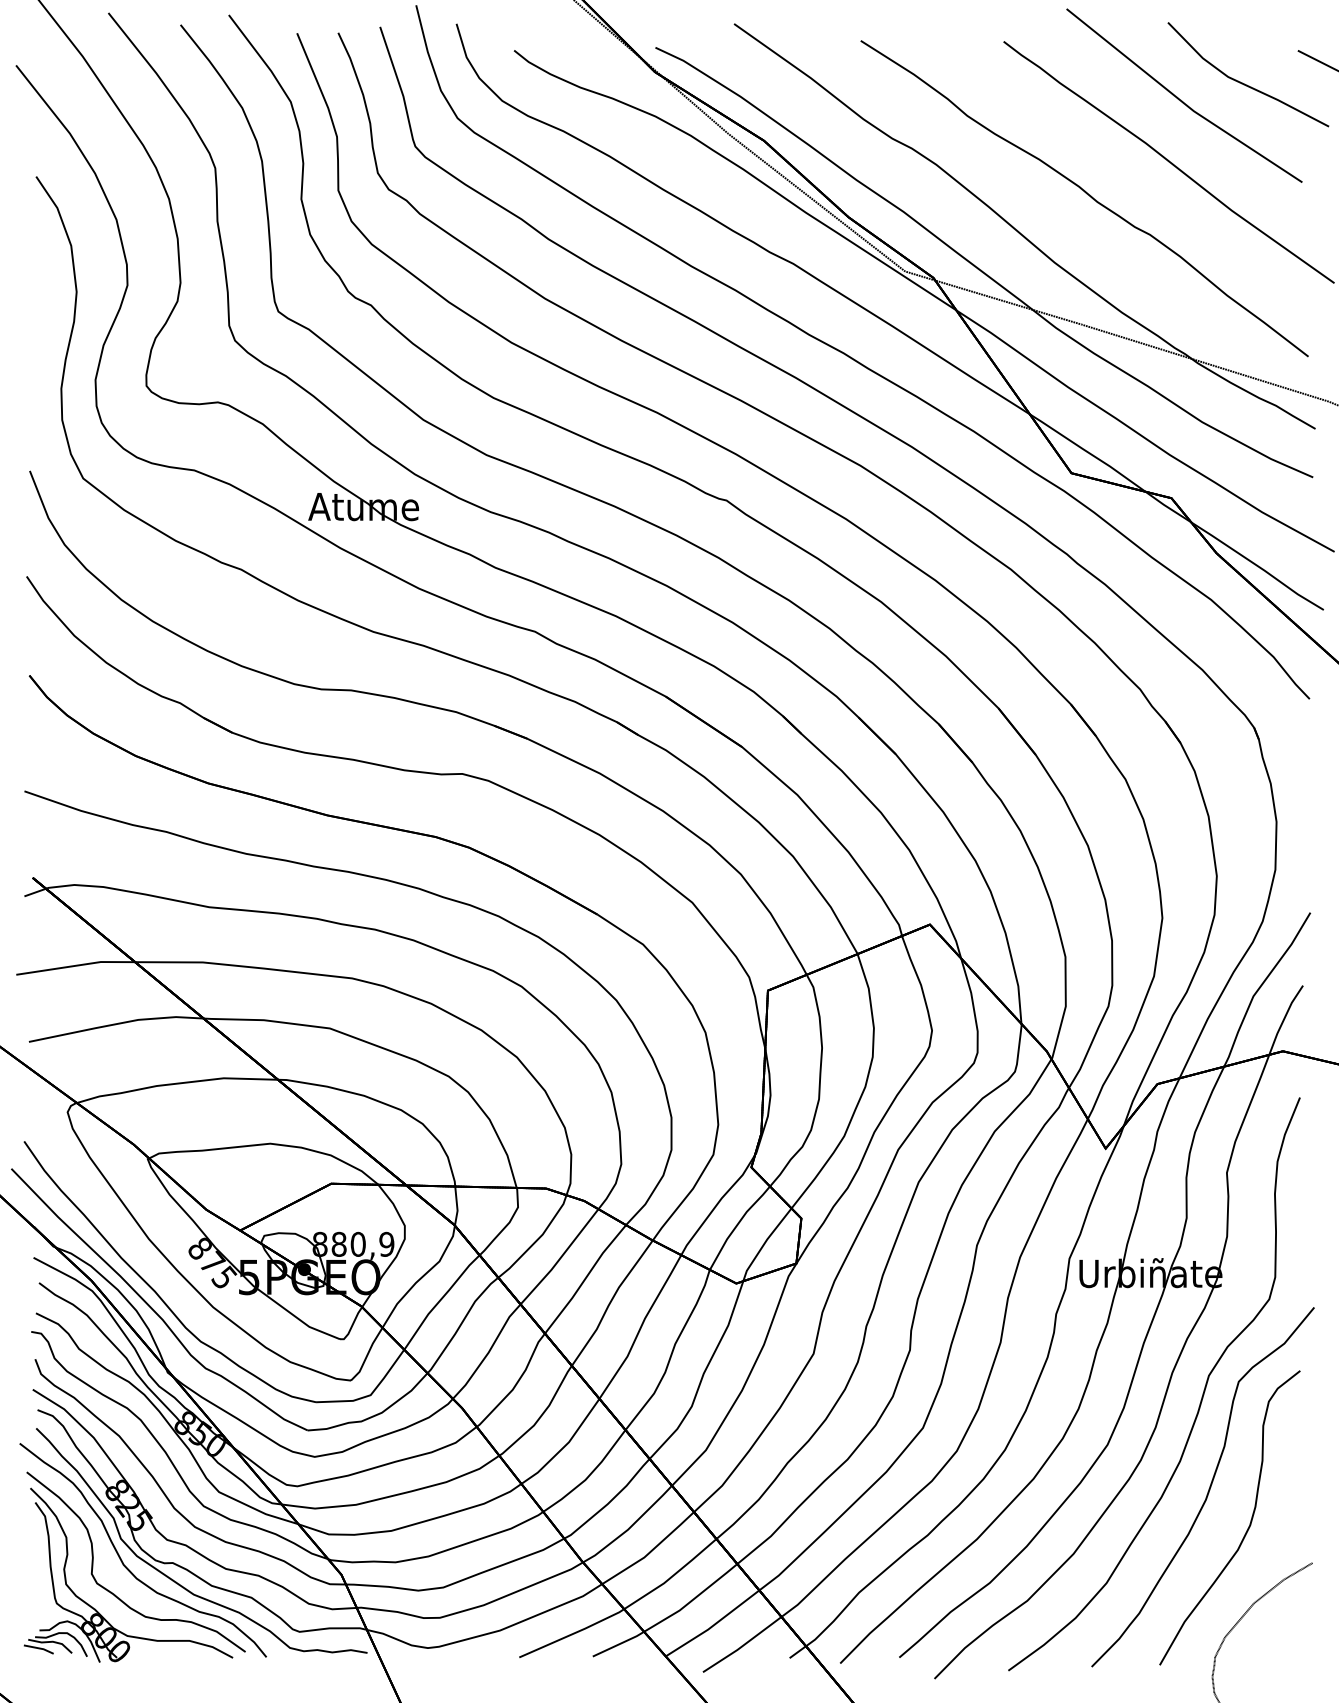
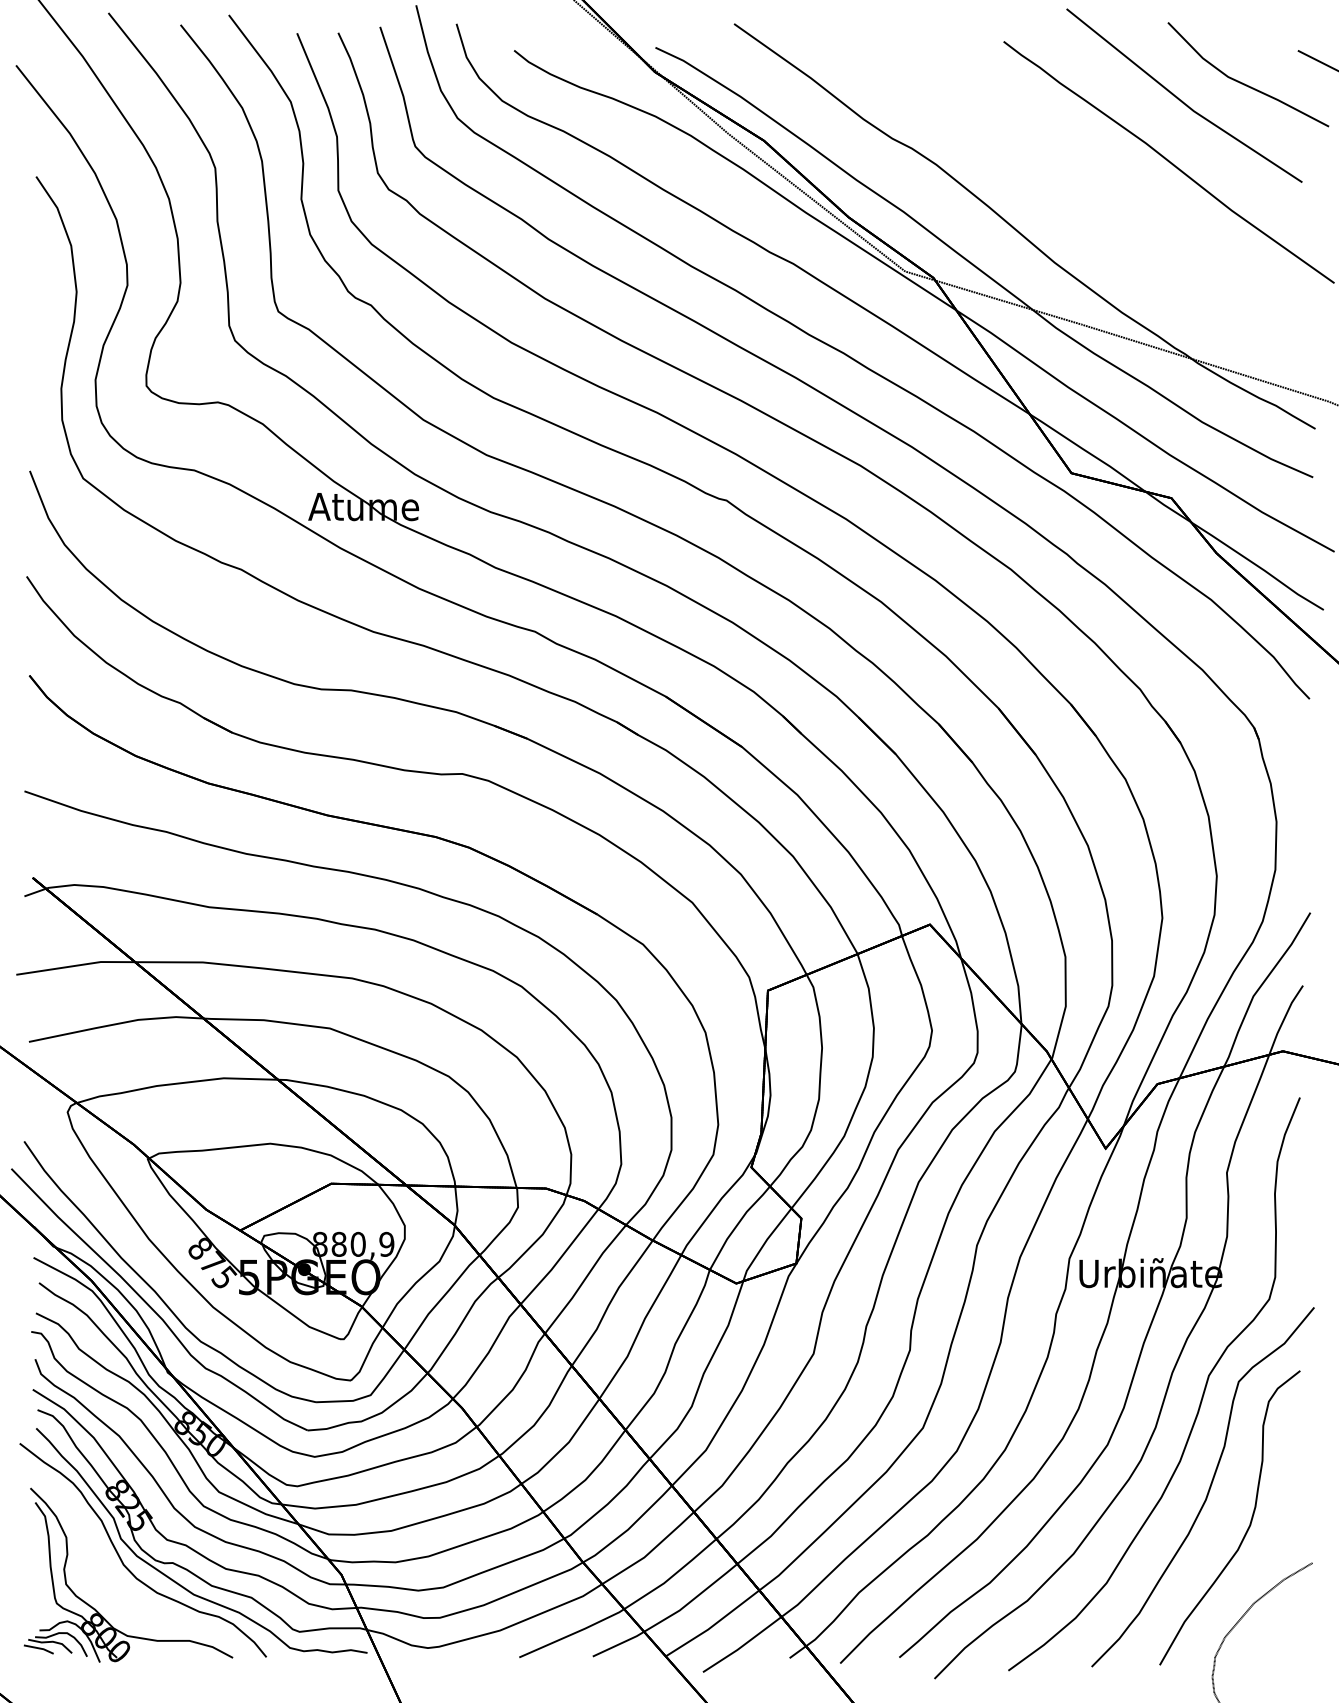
part at (1084, 198): present -> none
curve at (114, 1593): present -> none
